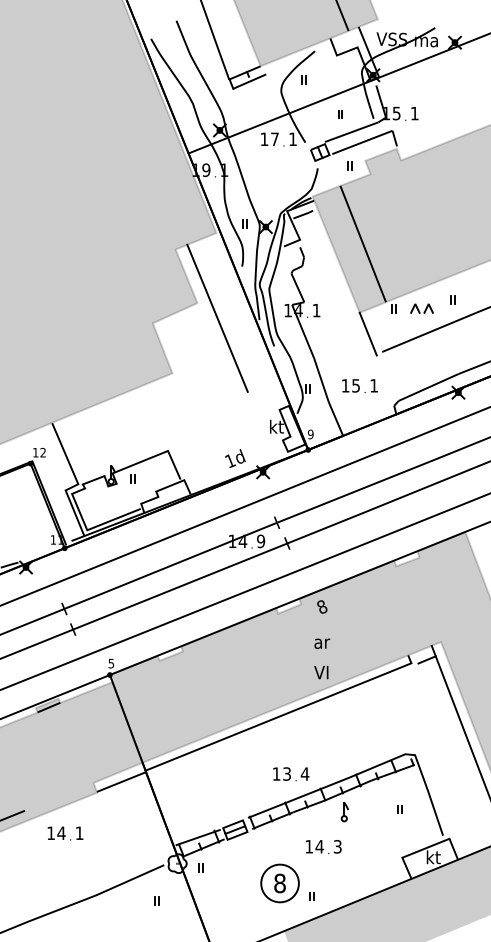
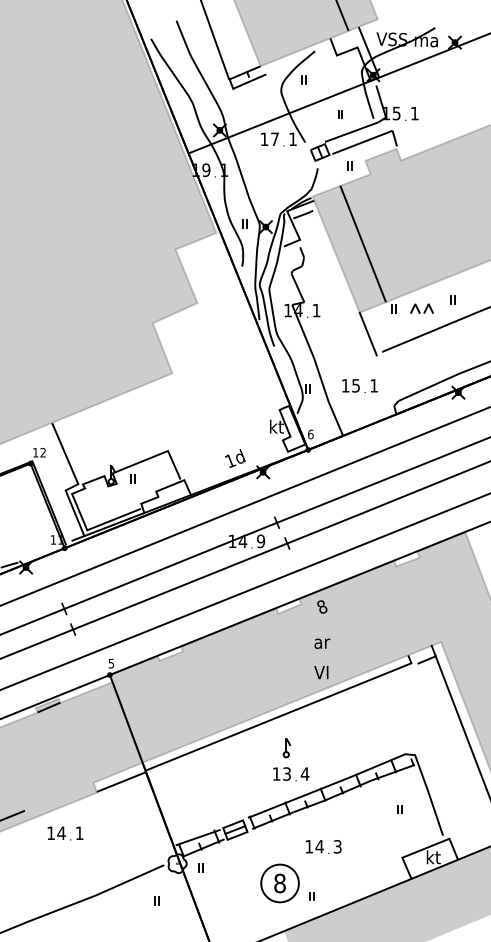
line at (217, 317): present -> none
text at (310, 434): 9 -> 6
part at (344, 812) position: (344, 812) -> (286, 748)
